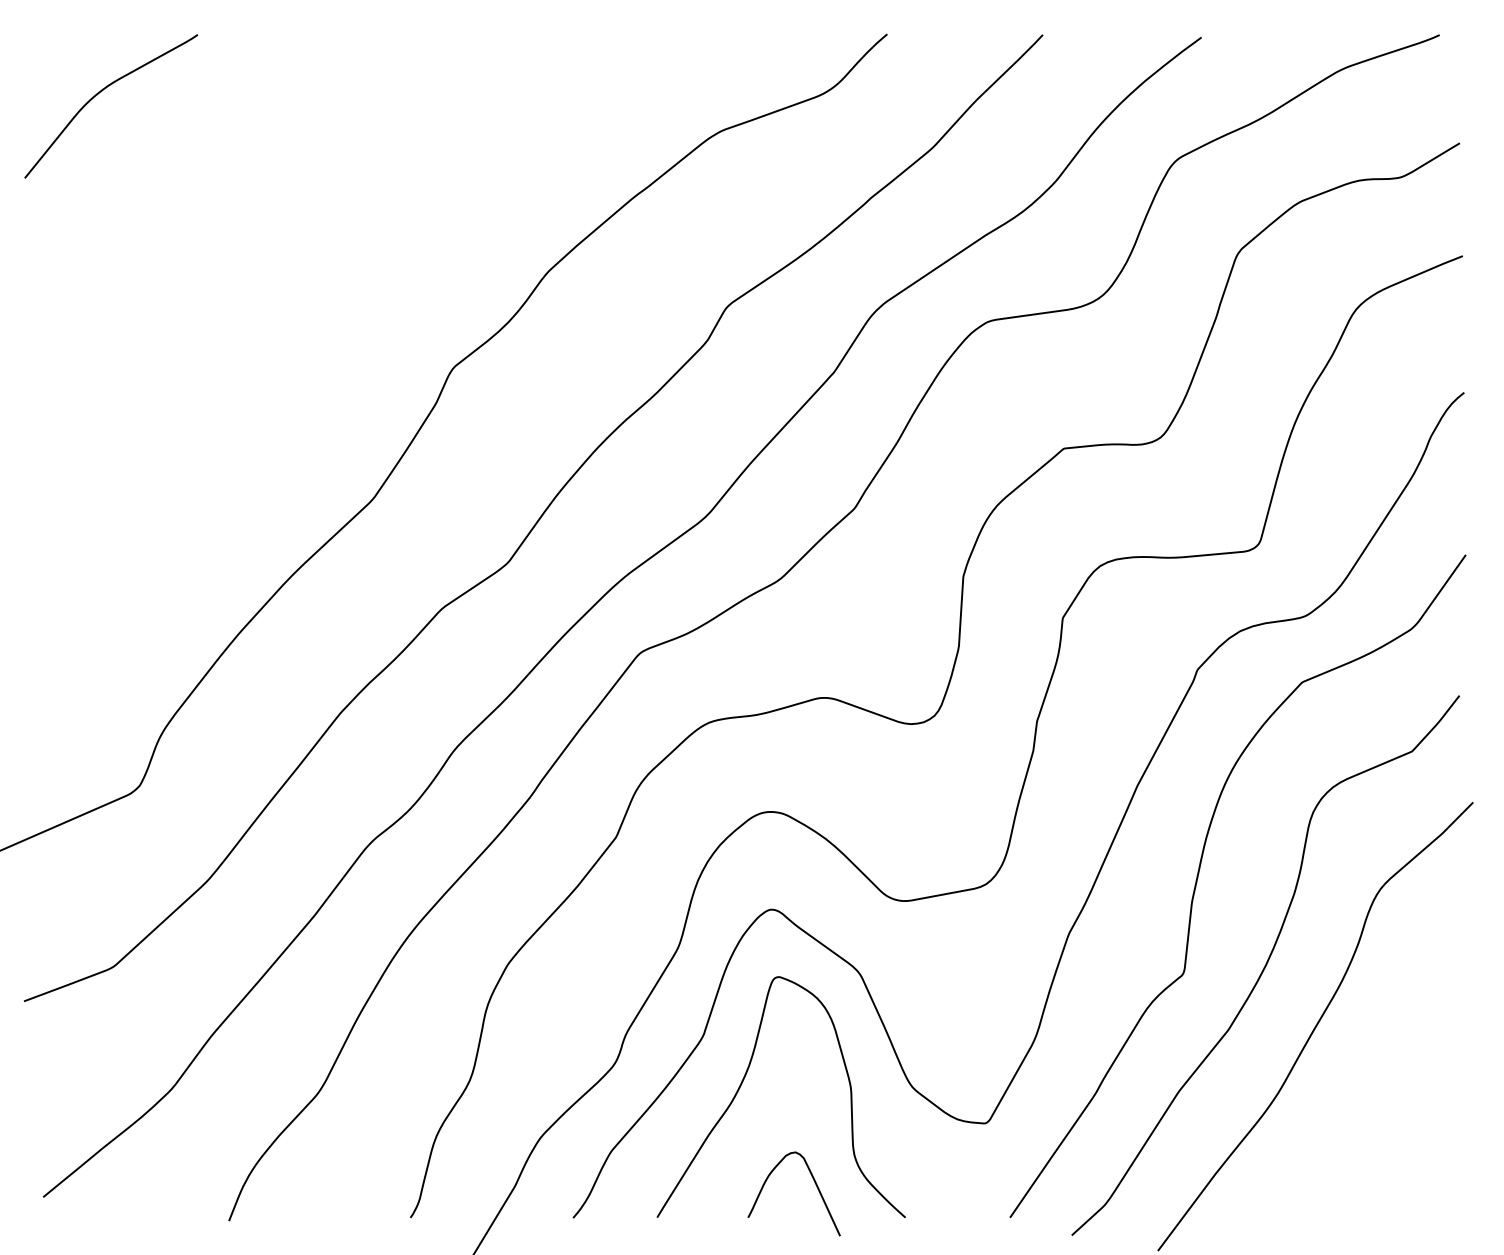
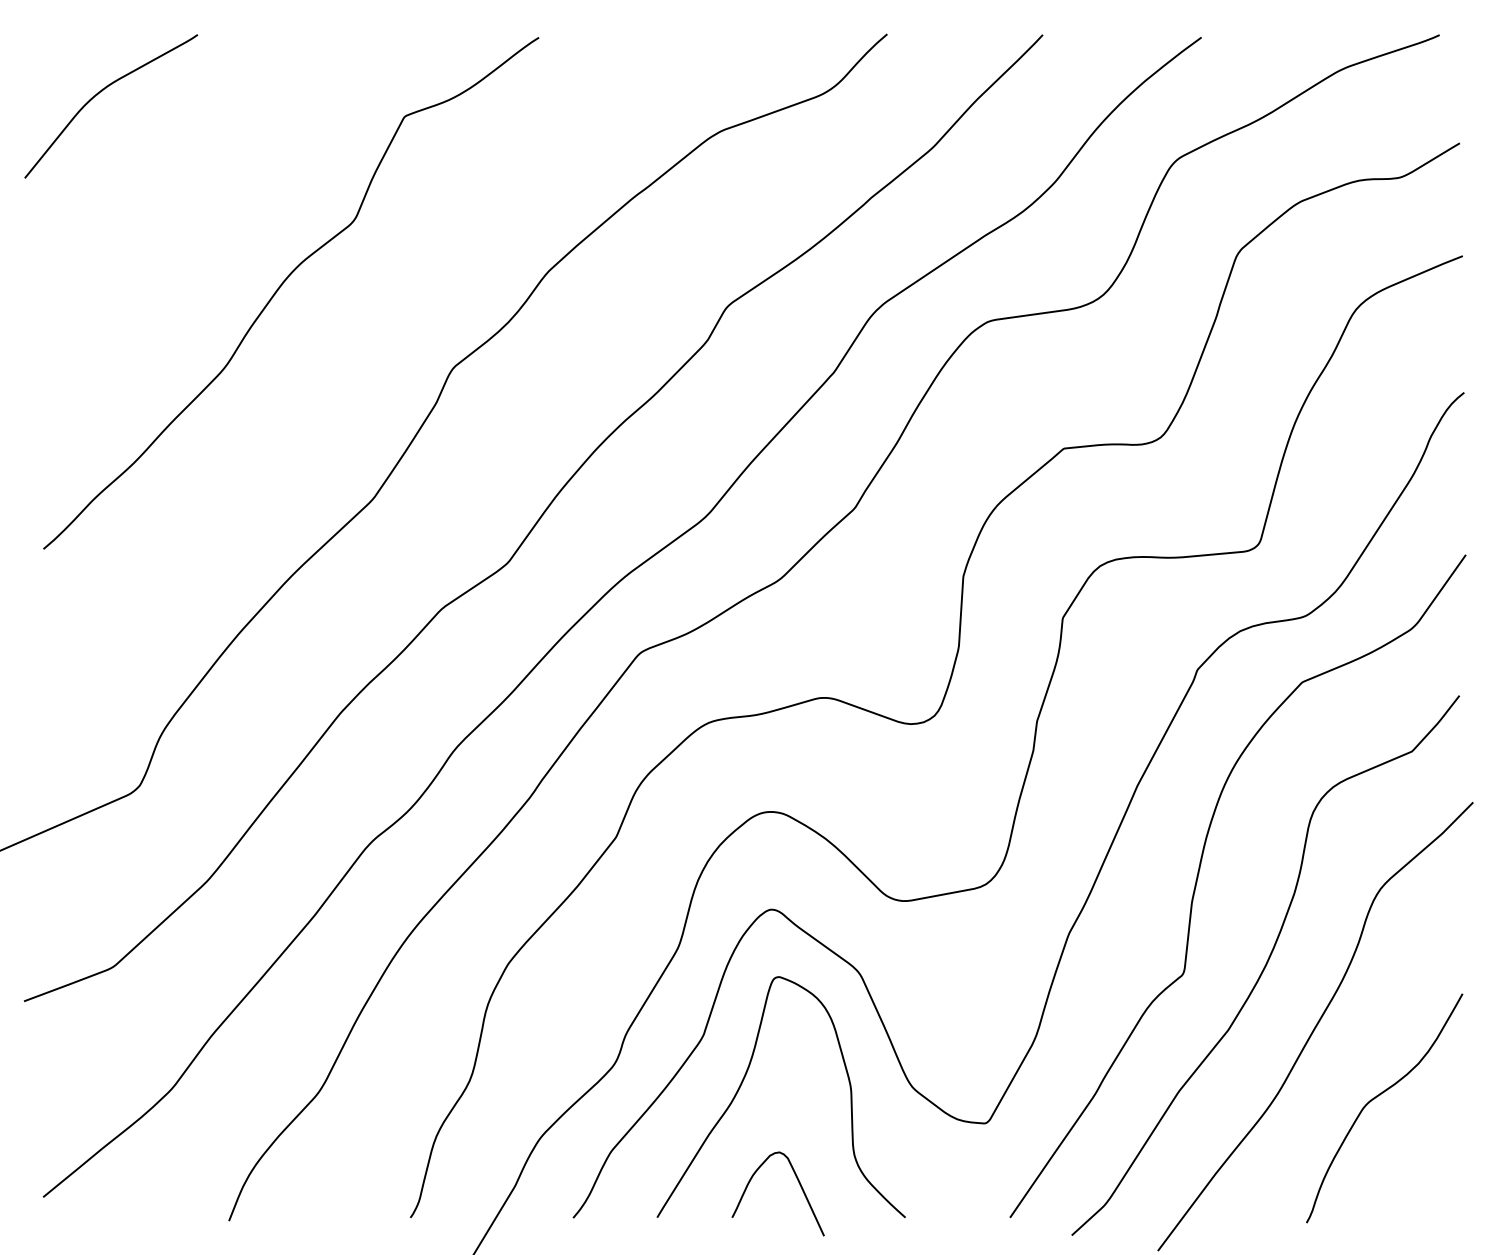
curve at (282, 285): none -> present
curve at (1377, 1097): none -> present
curve at (815, 1185) position: (815, 1185) -> (799, 1185)
